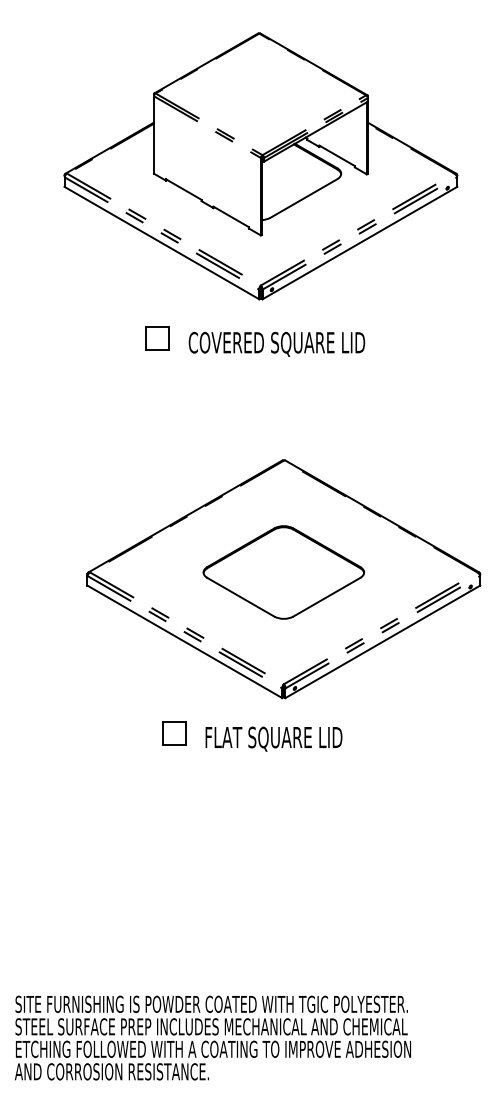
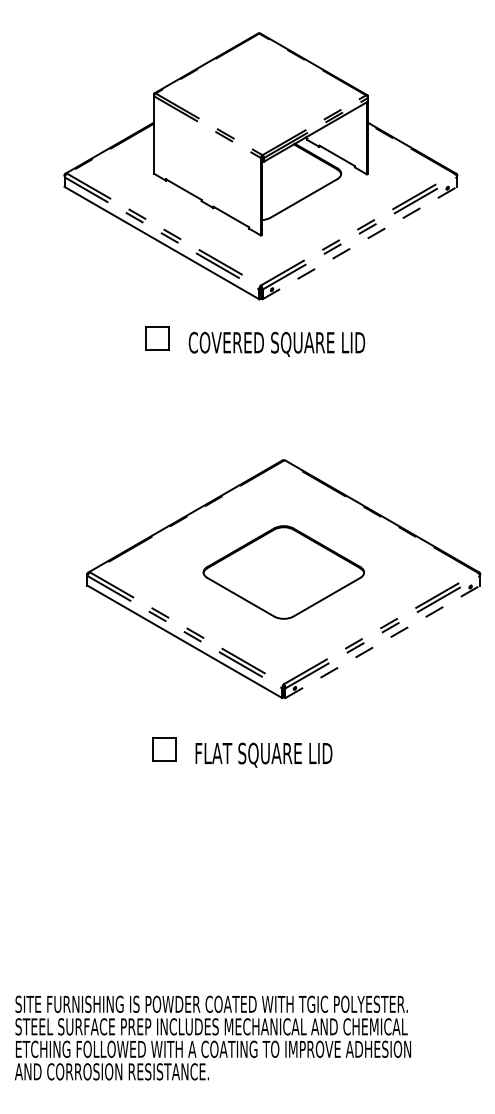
line at (360, 242): solid -> dashed
line at (383, 641): solid -> dashed
part at (252, 736) position: (252, 736) -> (242, 752)
